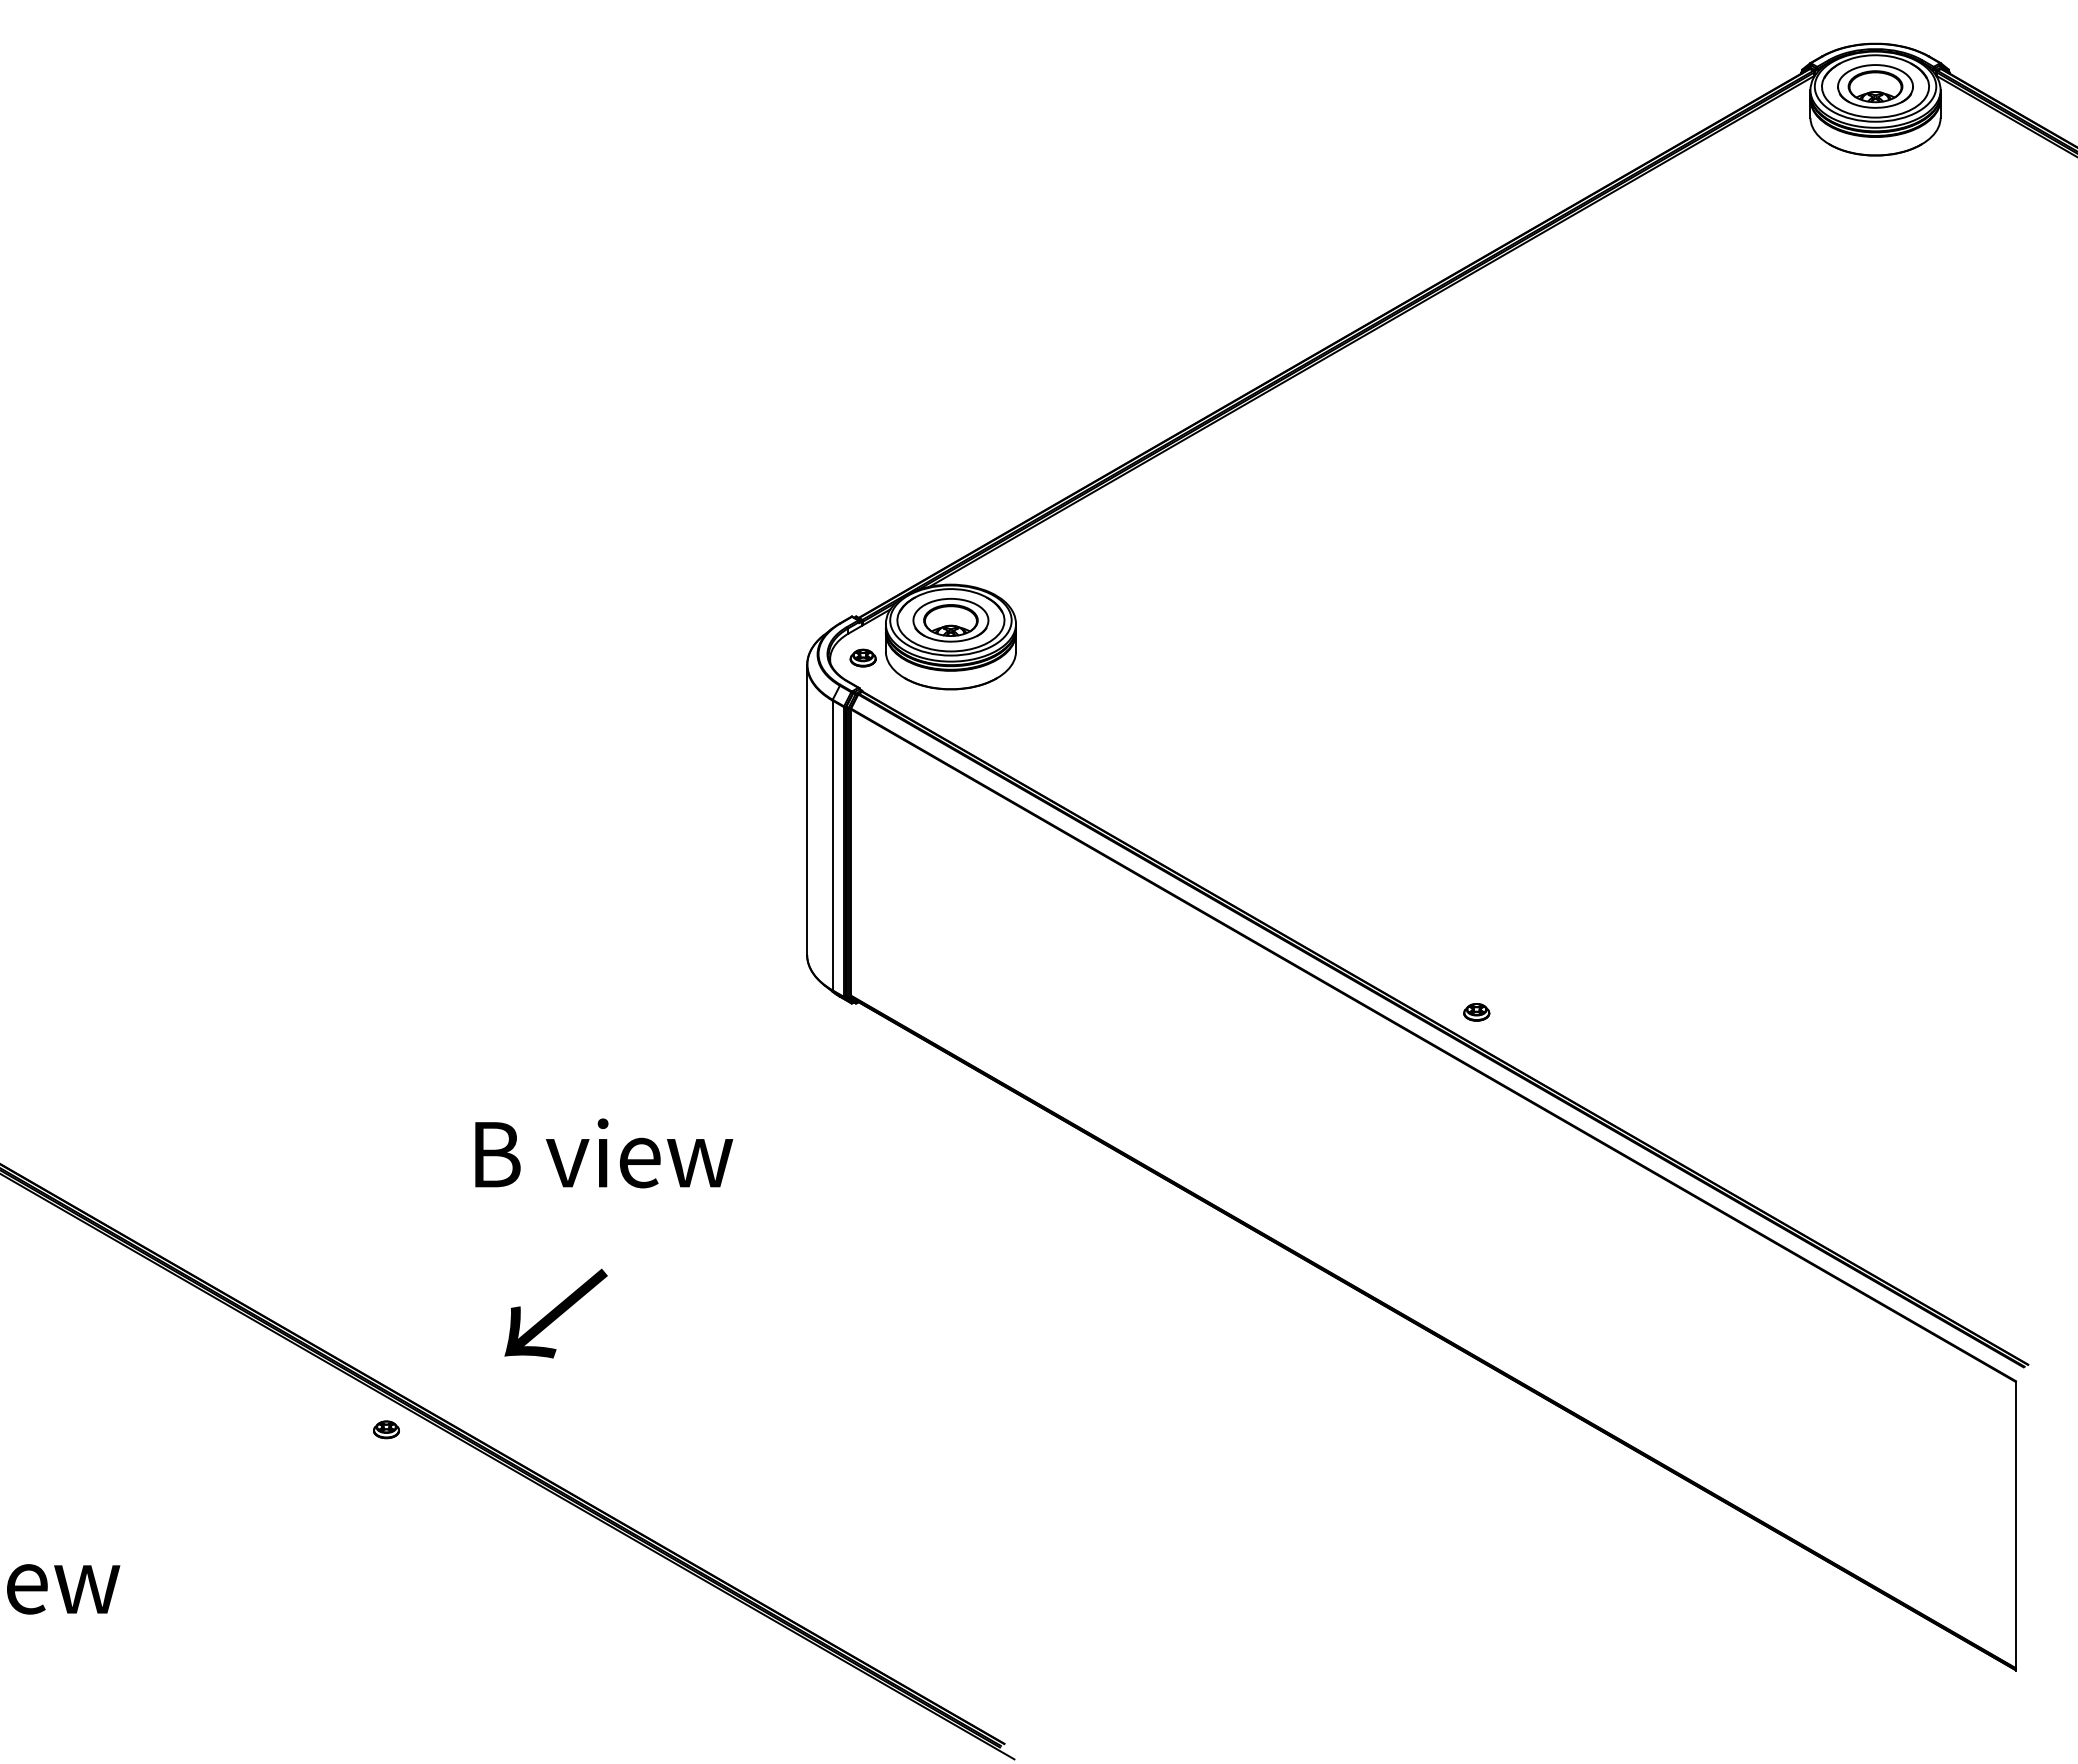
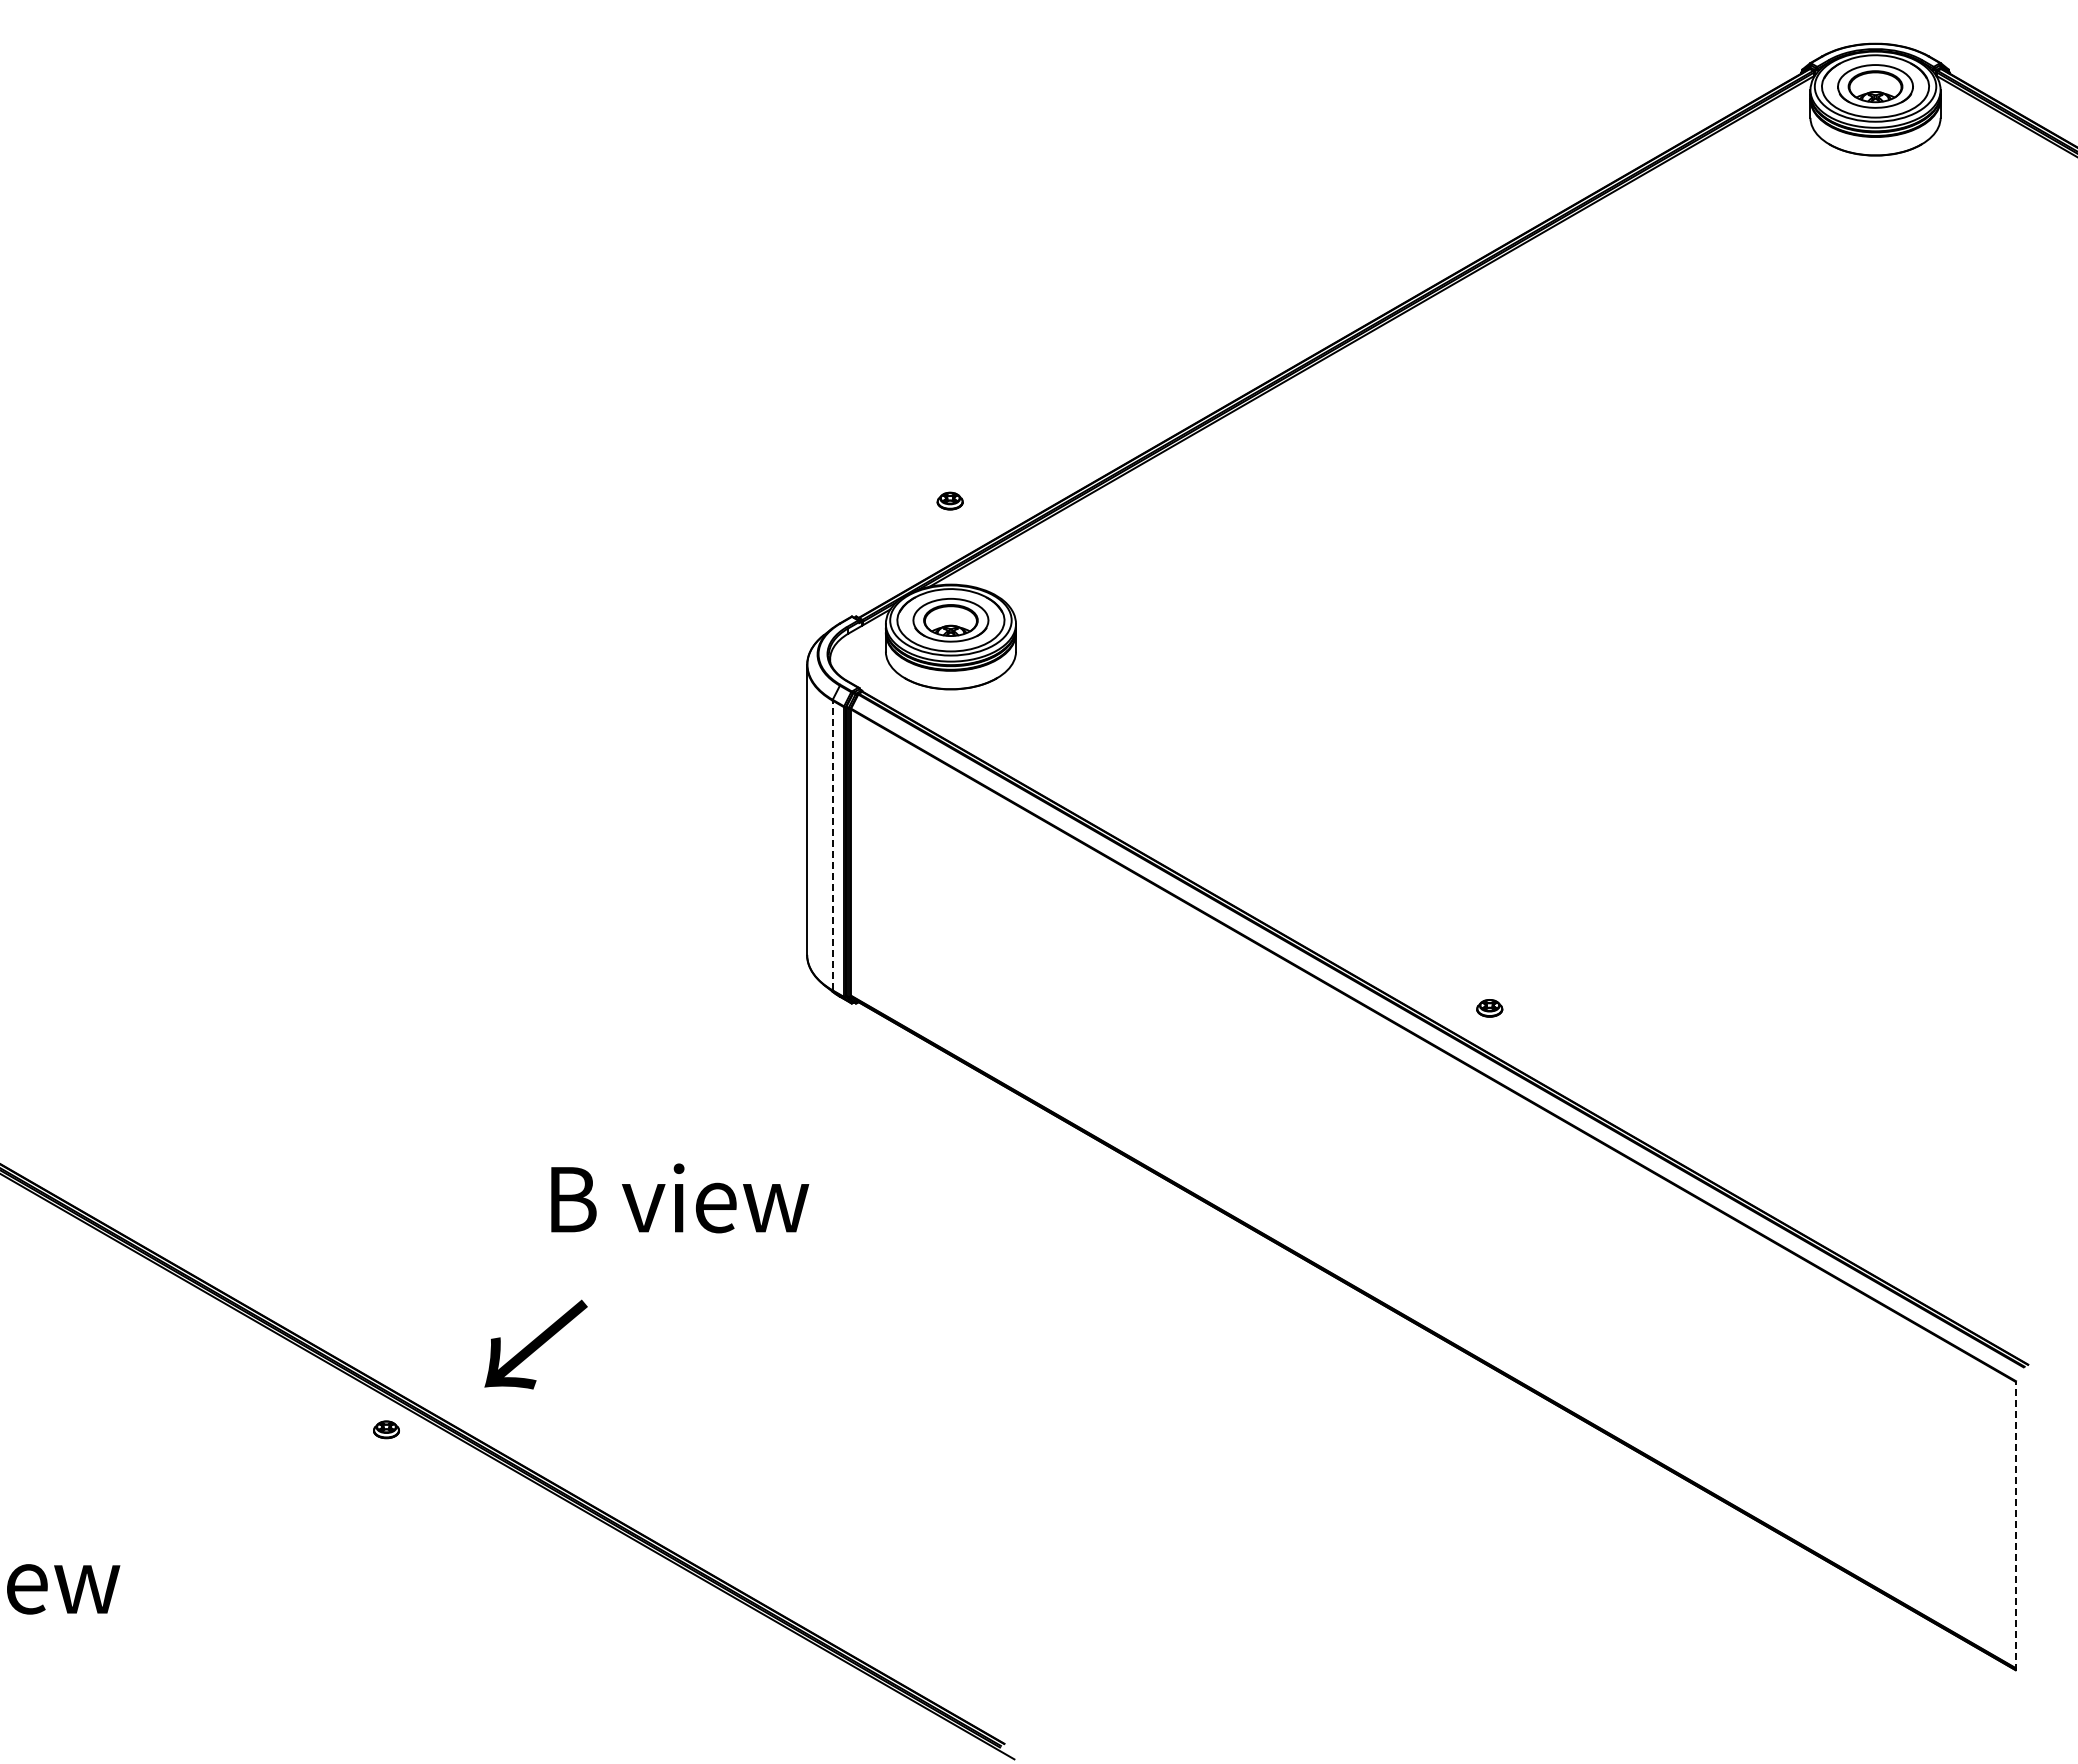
part at (862, 657) position: (862, 657) -> (949, 500)
line at (832, 845): solid -> dashed
part at (1476, 1012) position: (1476, 1012) -> (1489, 1008)
text at (604, 1153) position: (604, 1153) -> (680, 1198)
text at (555, 1313) position: (555, 1313) -> (535, 1344)
line at (2015, 1525): solid -> dashed
